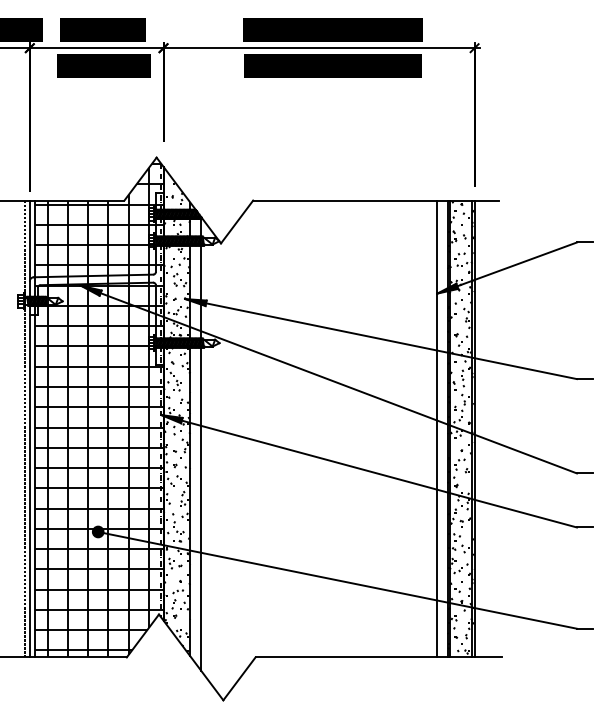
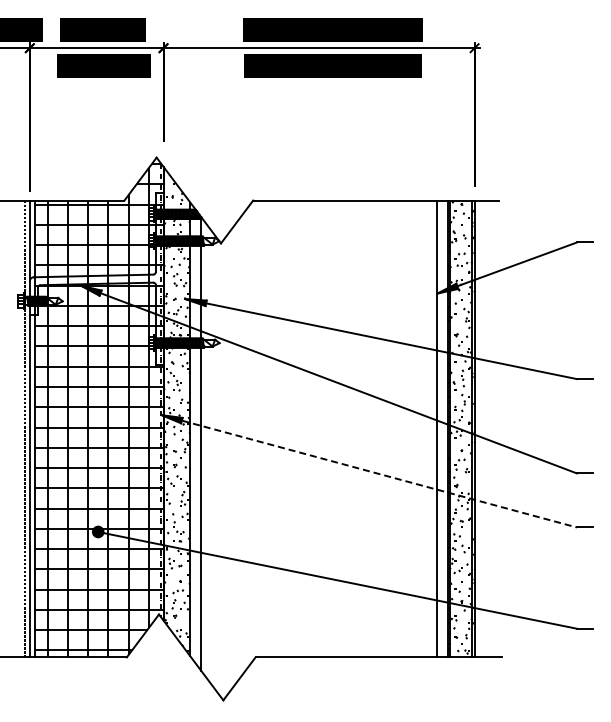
line at (369, 471): solid -> dashed
